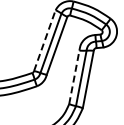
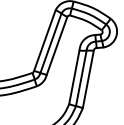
line at (45, 40): dashed -> solid
line at (74, 76): dashed -> solid
